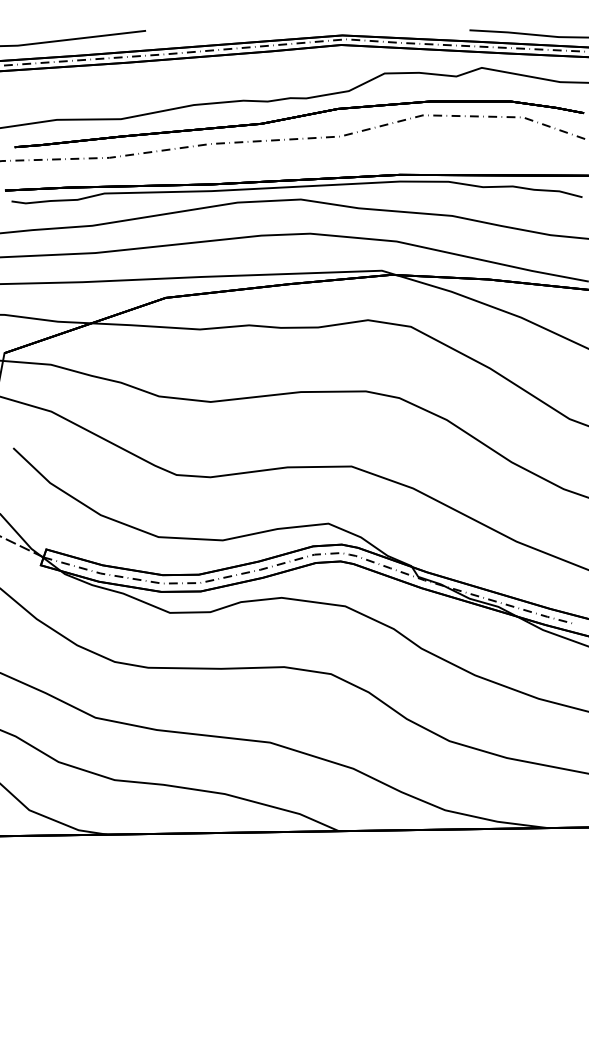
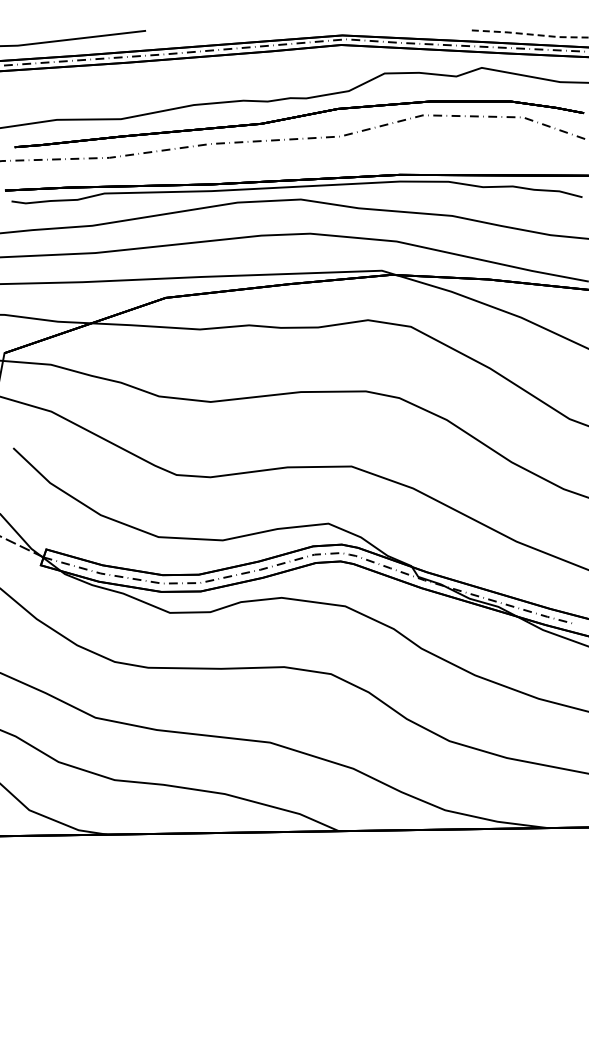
line at (528, 34): solid -> dashed
